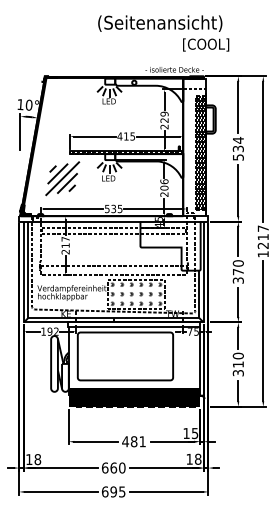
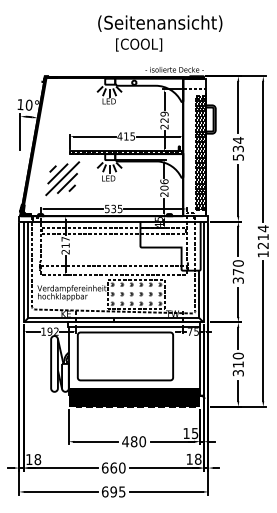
text at (206, 44) position: (206, 44) -> (139, 44)
text at (262, 228): 1217 -> 1214
text at (142, 441): 481 -> 480
